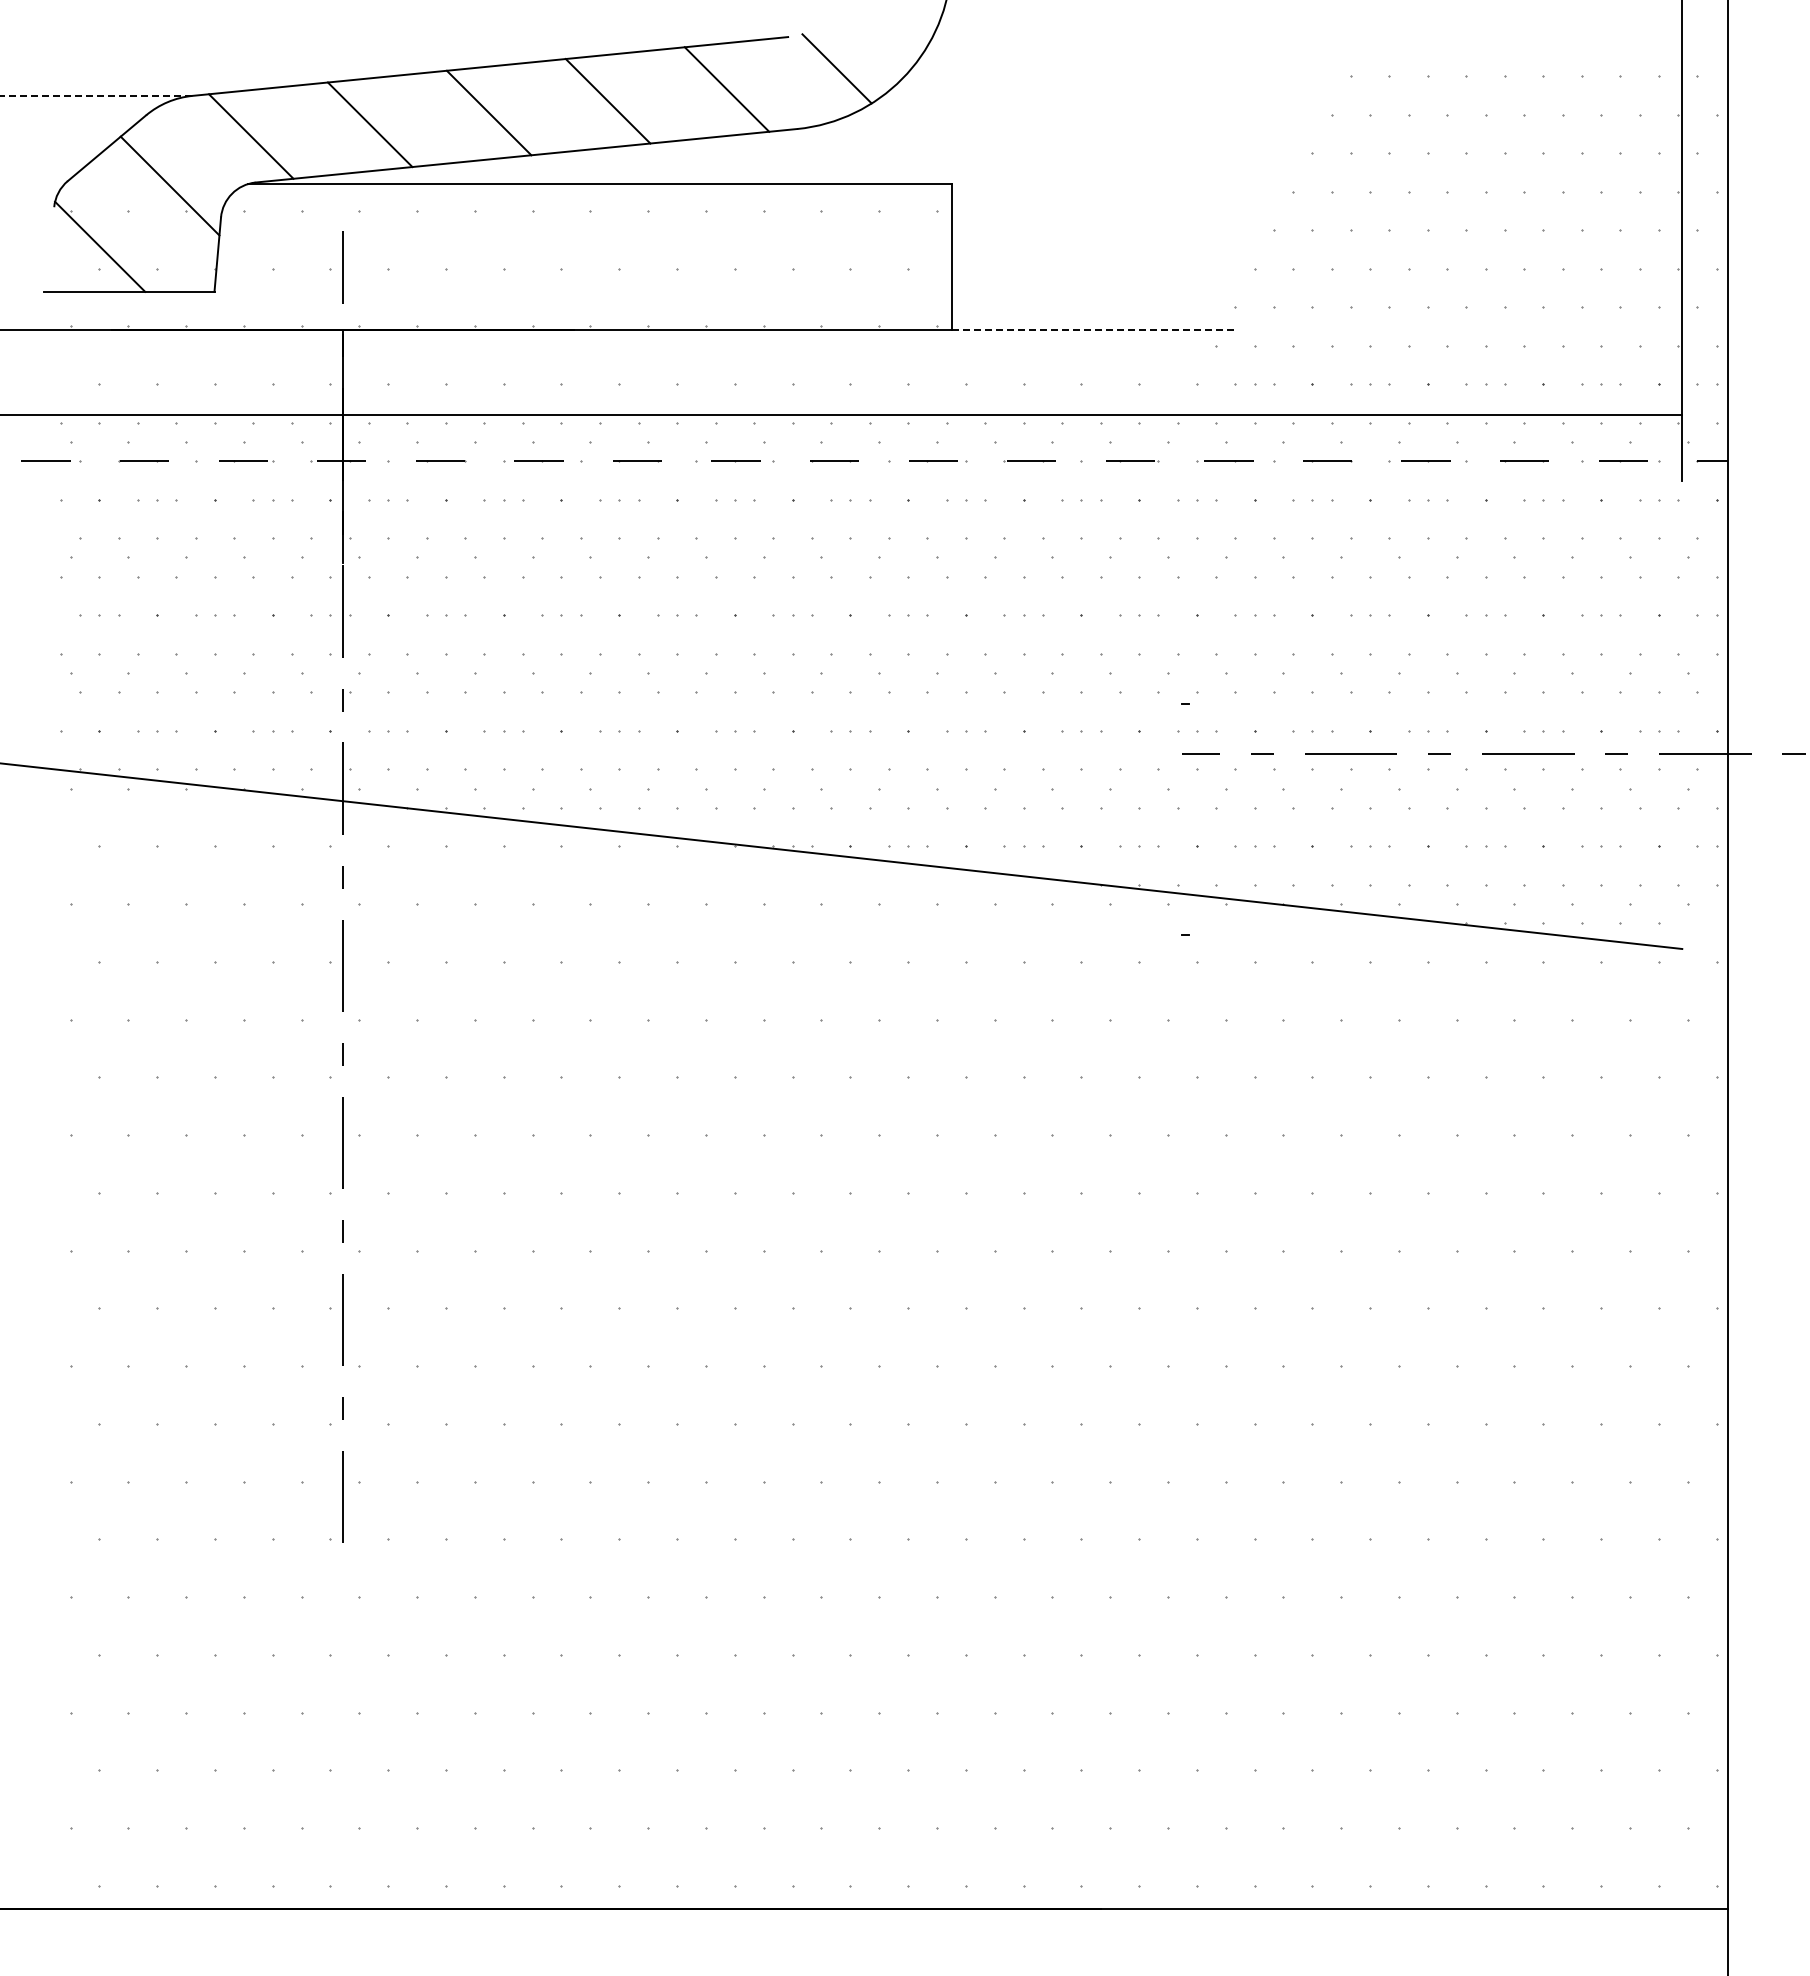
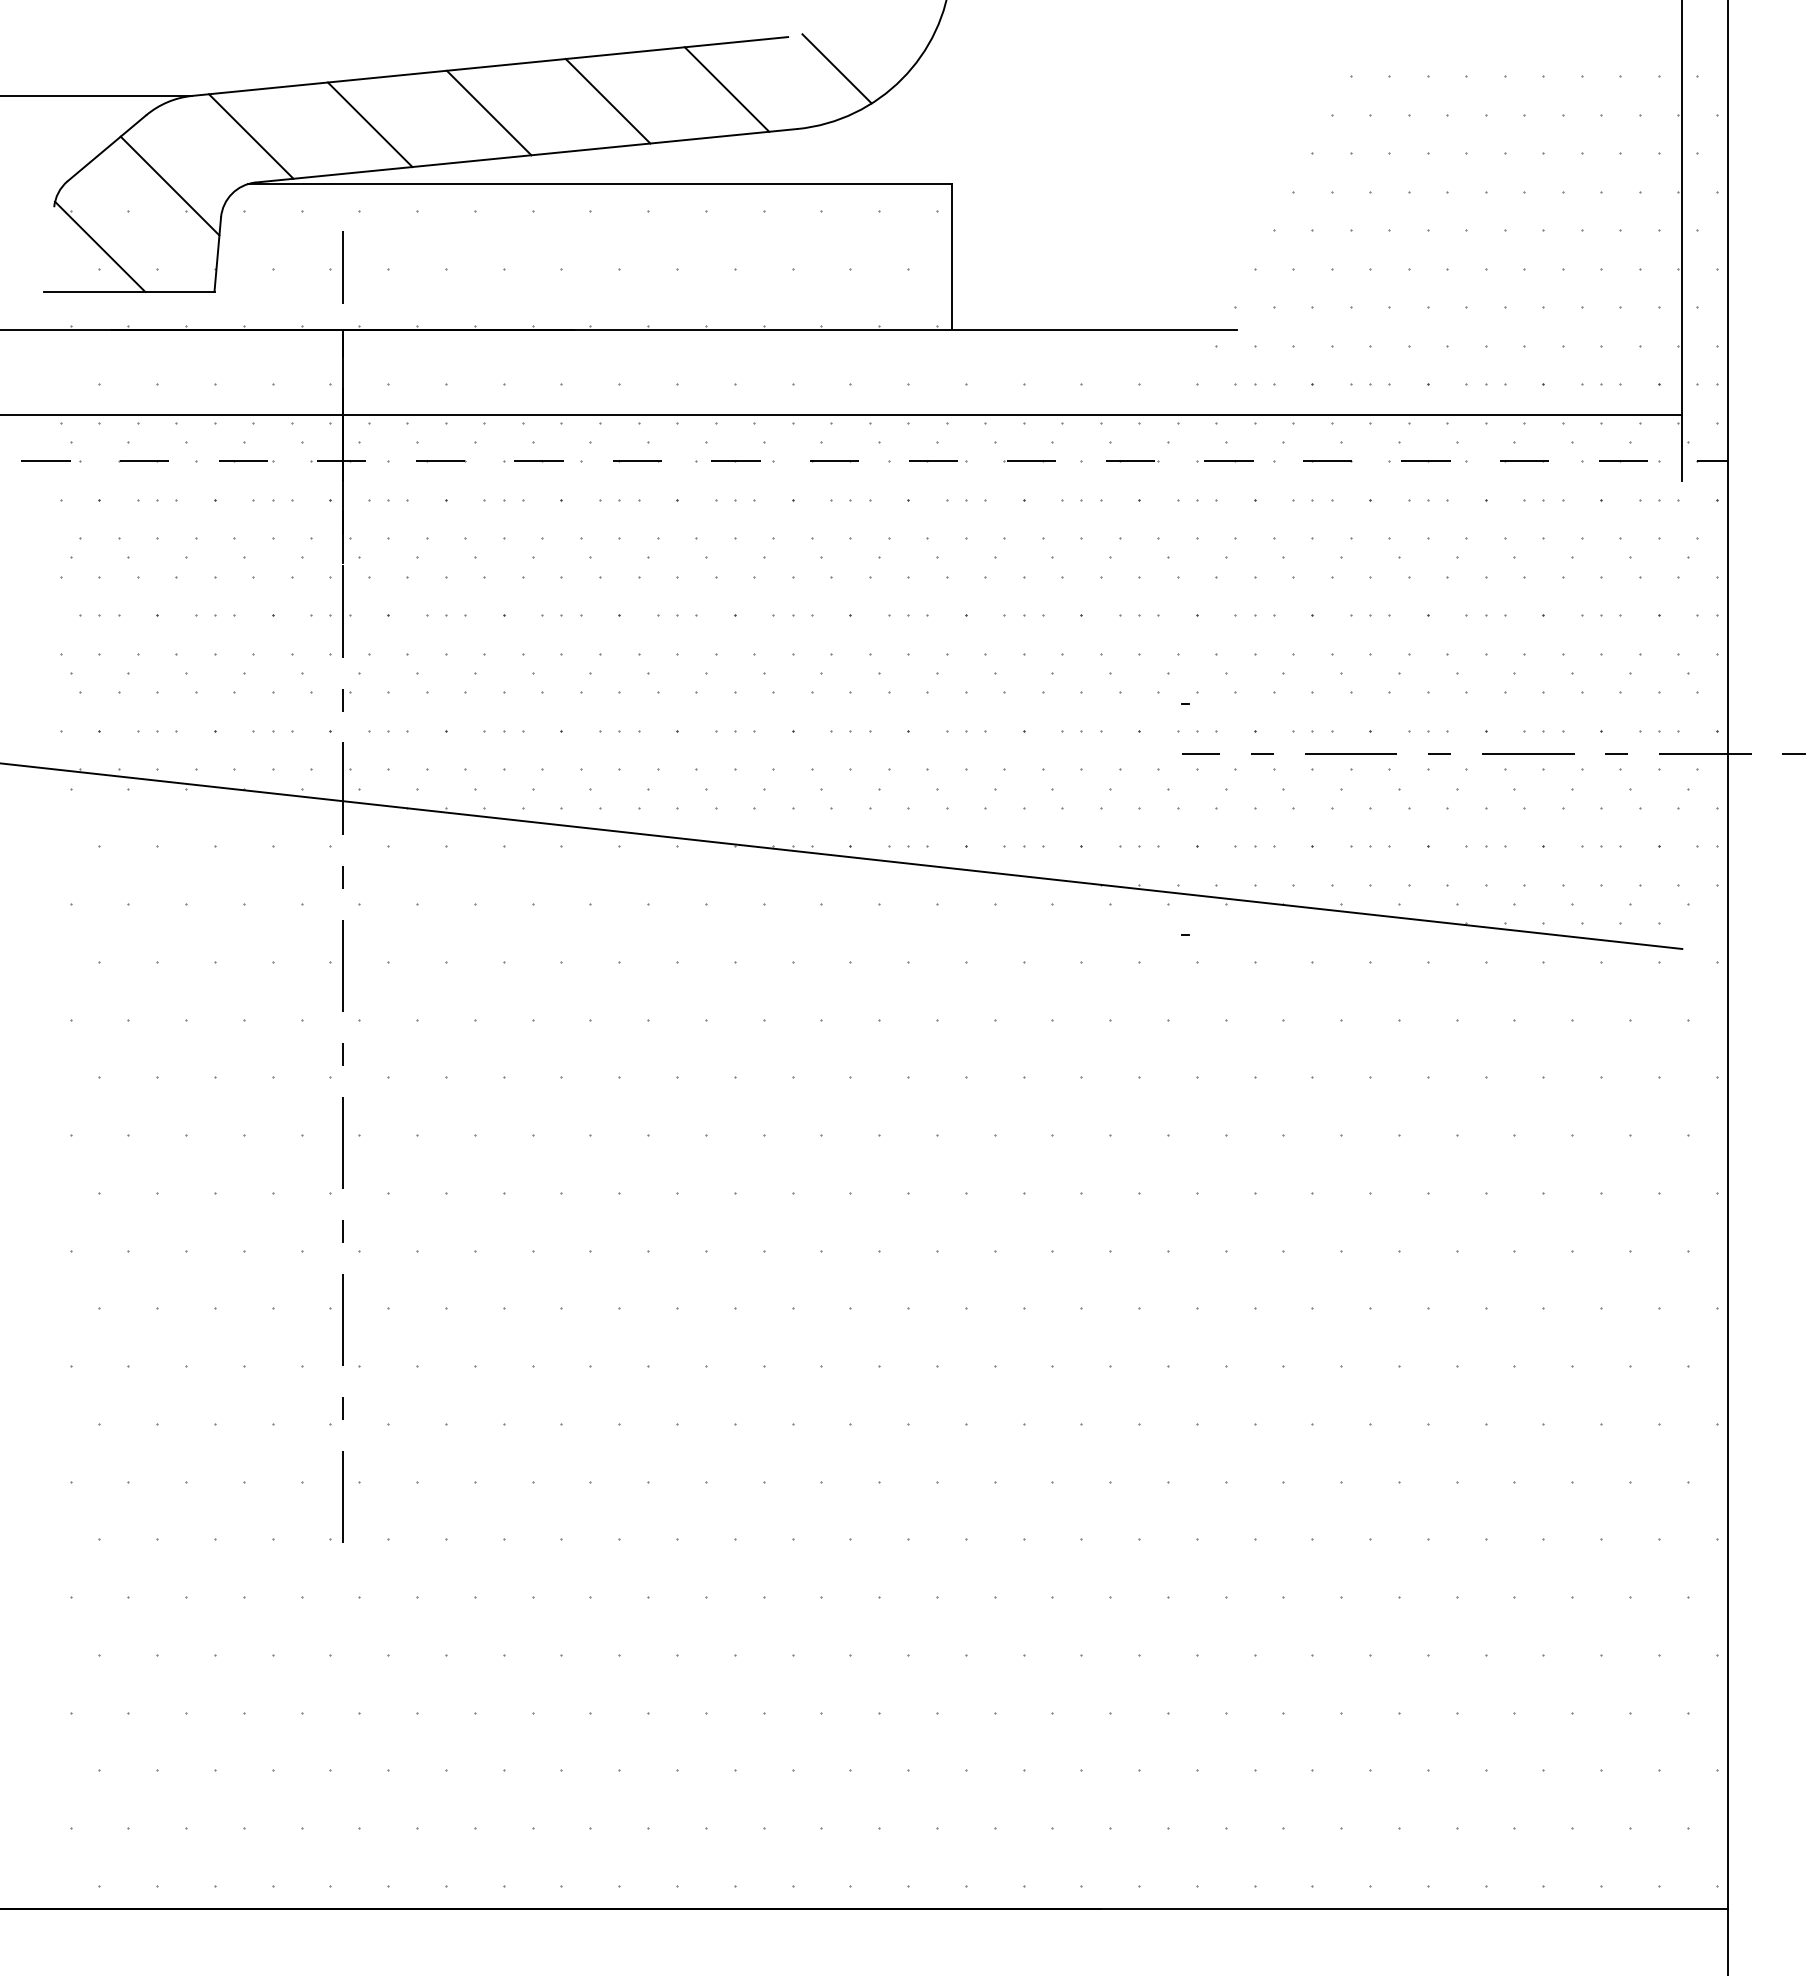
line at (96, 95): dashed -> solid
line at (1094, 330): dashed -> solid
